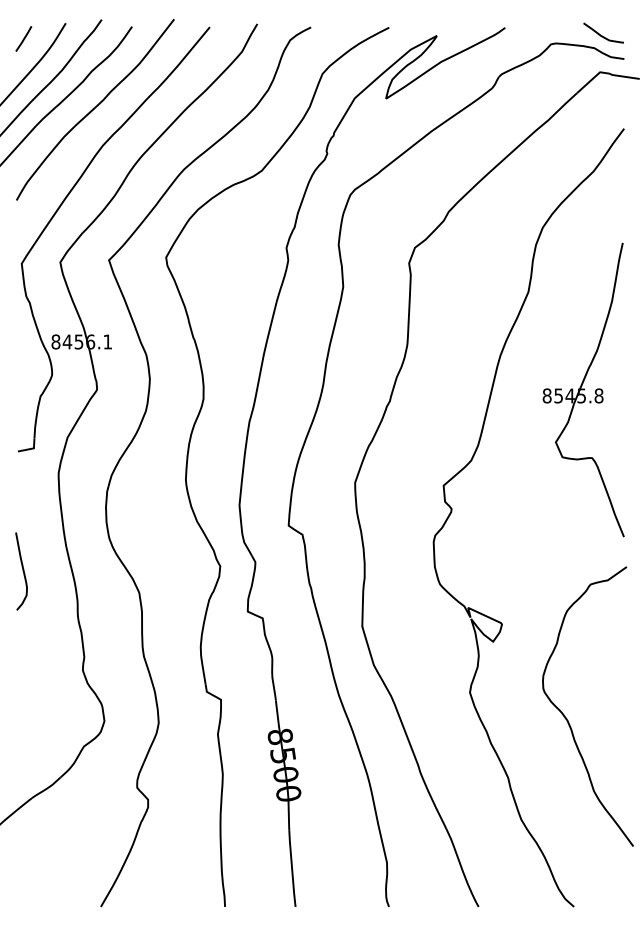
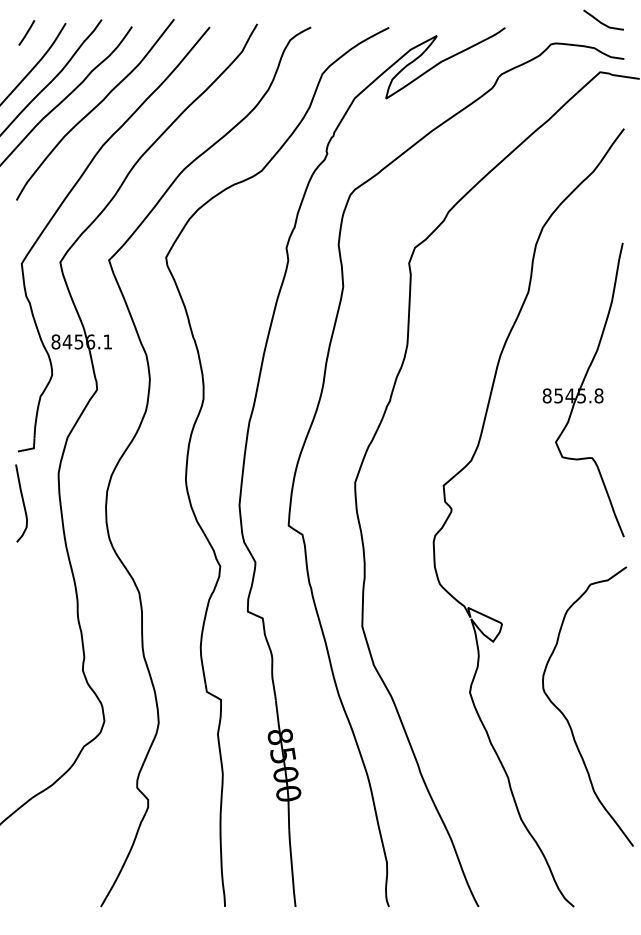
curve at (602, 35) position: (602, 35) -> (602, 22)
line at (23, 38) position: (23, 38) -> (26, 32)
curve at (22, 571) position: (22, 571) -> (22, 503)
